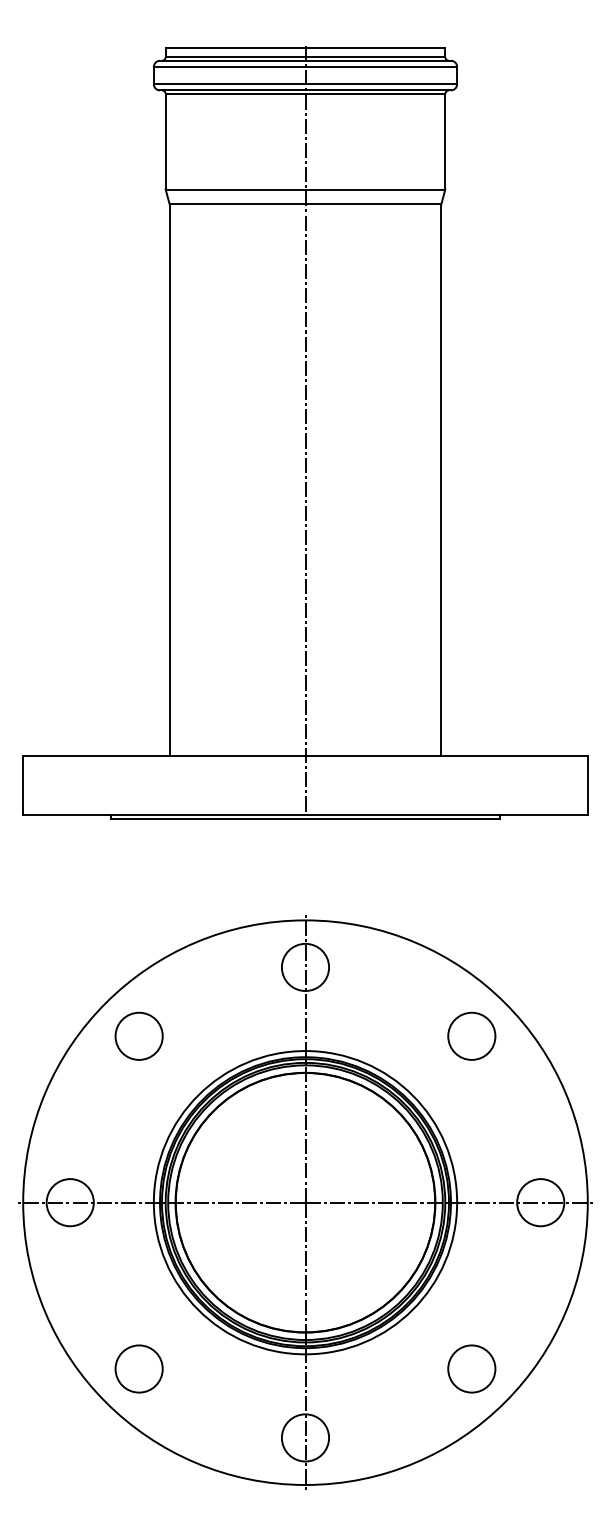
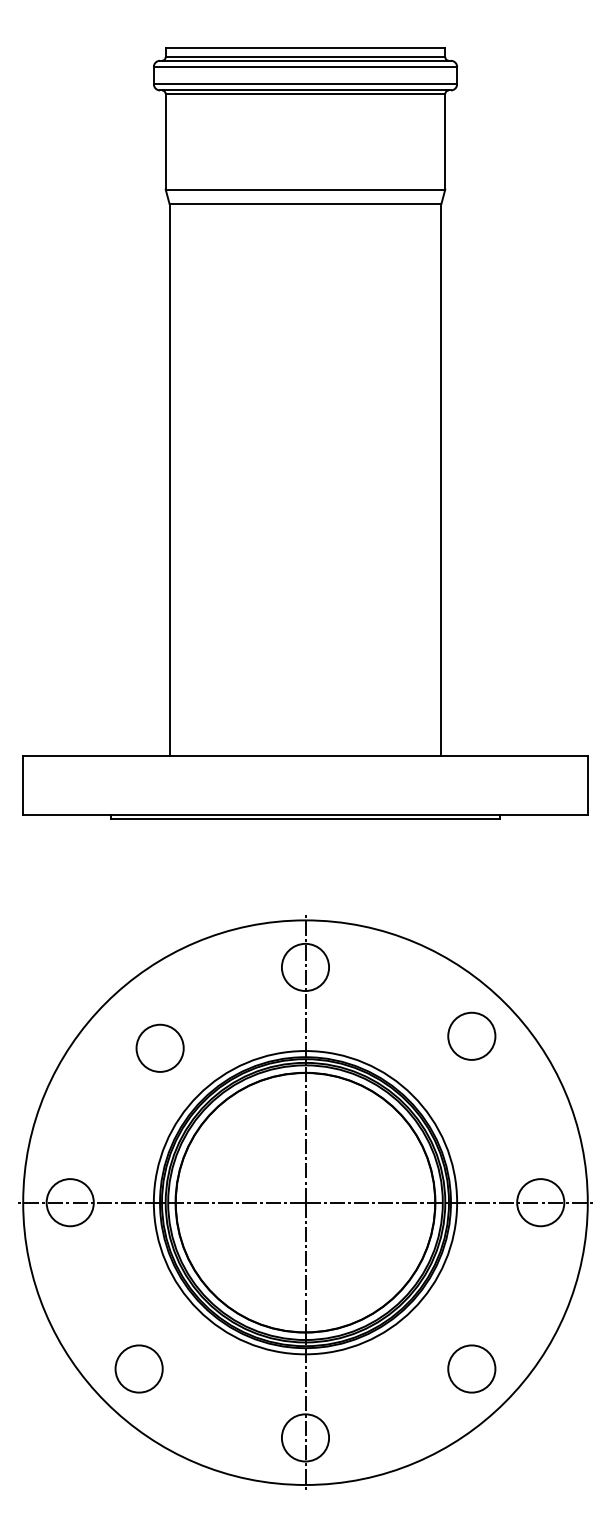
line at (305, 427): present -> none
circle at (138, 1035) position: (138, 1035) -> (159, 1047)
